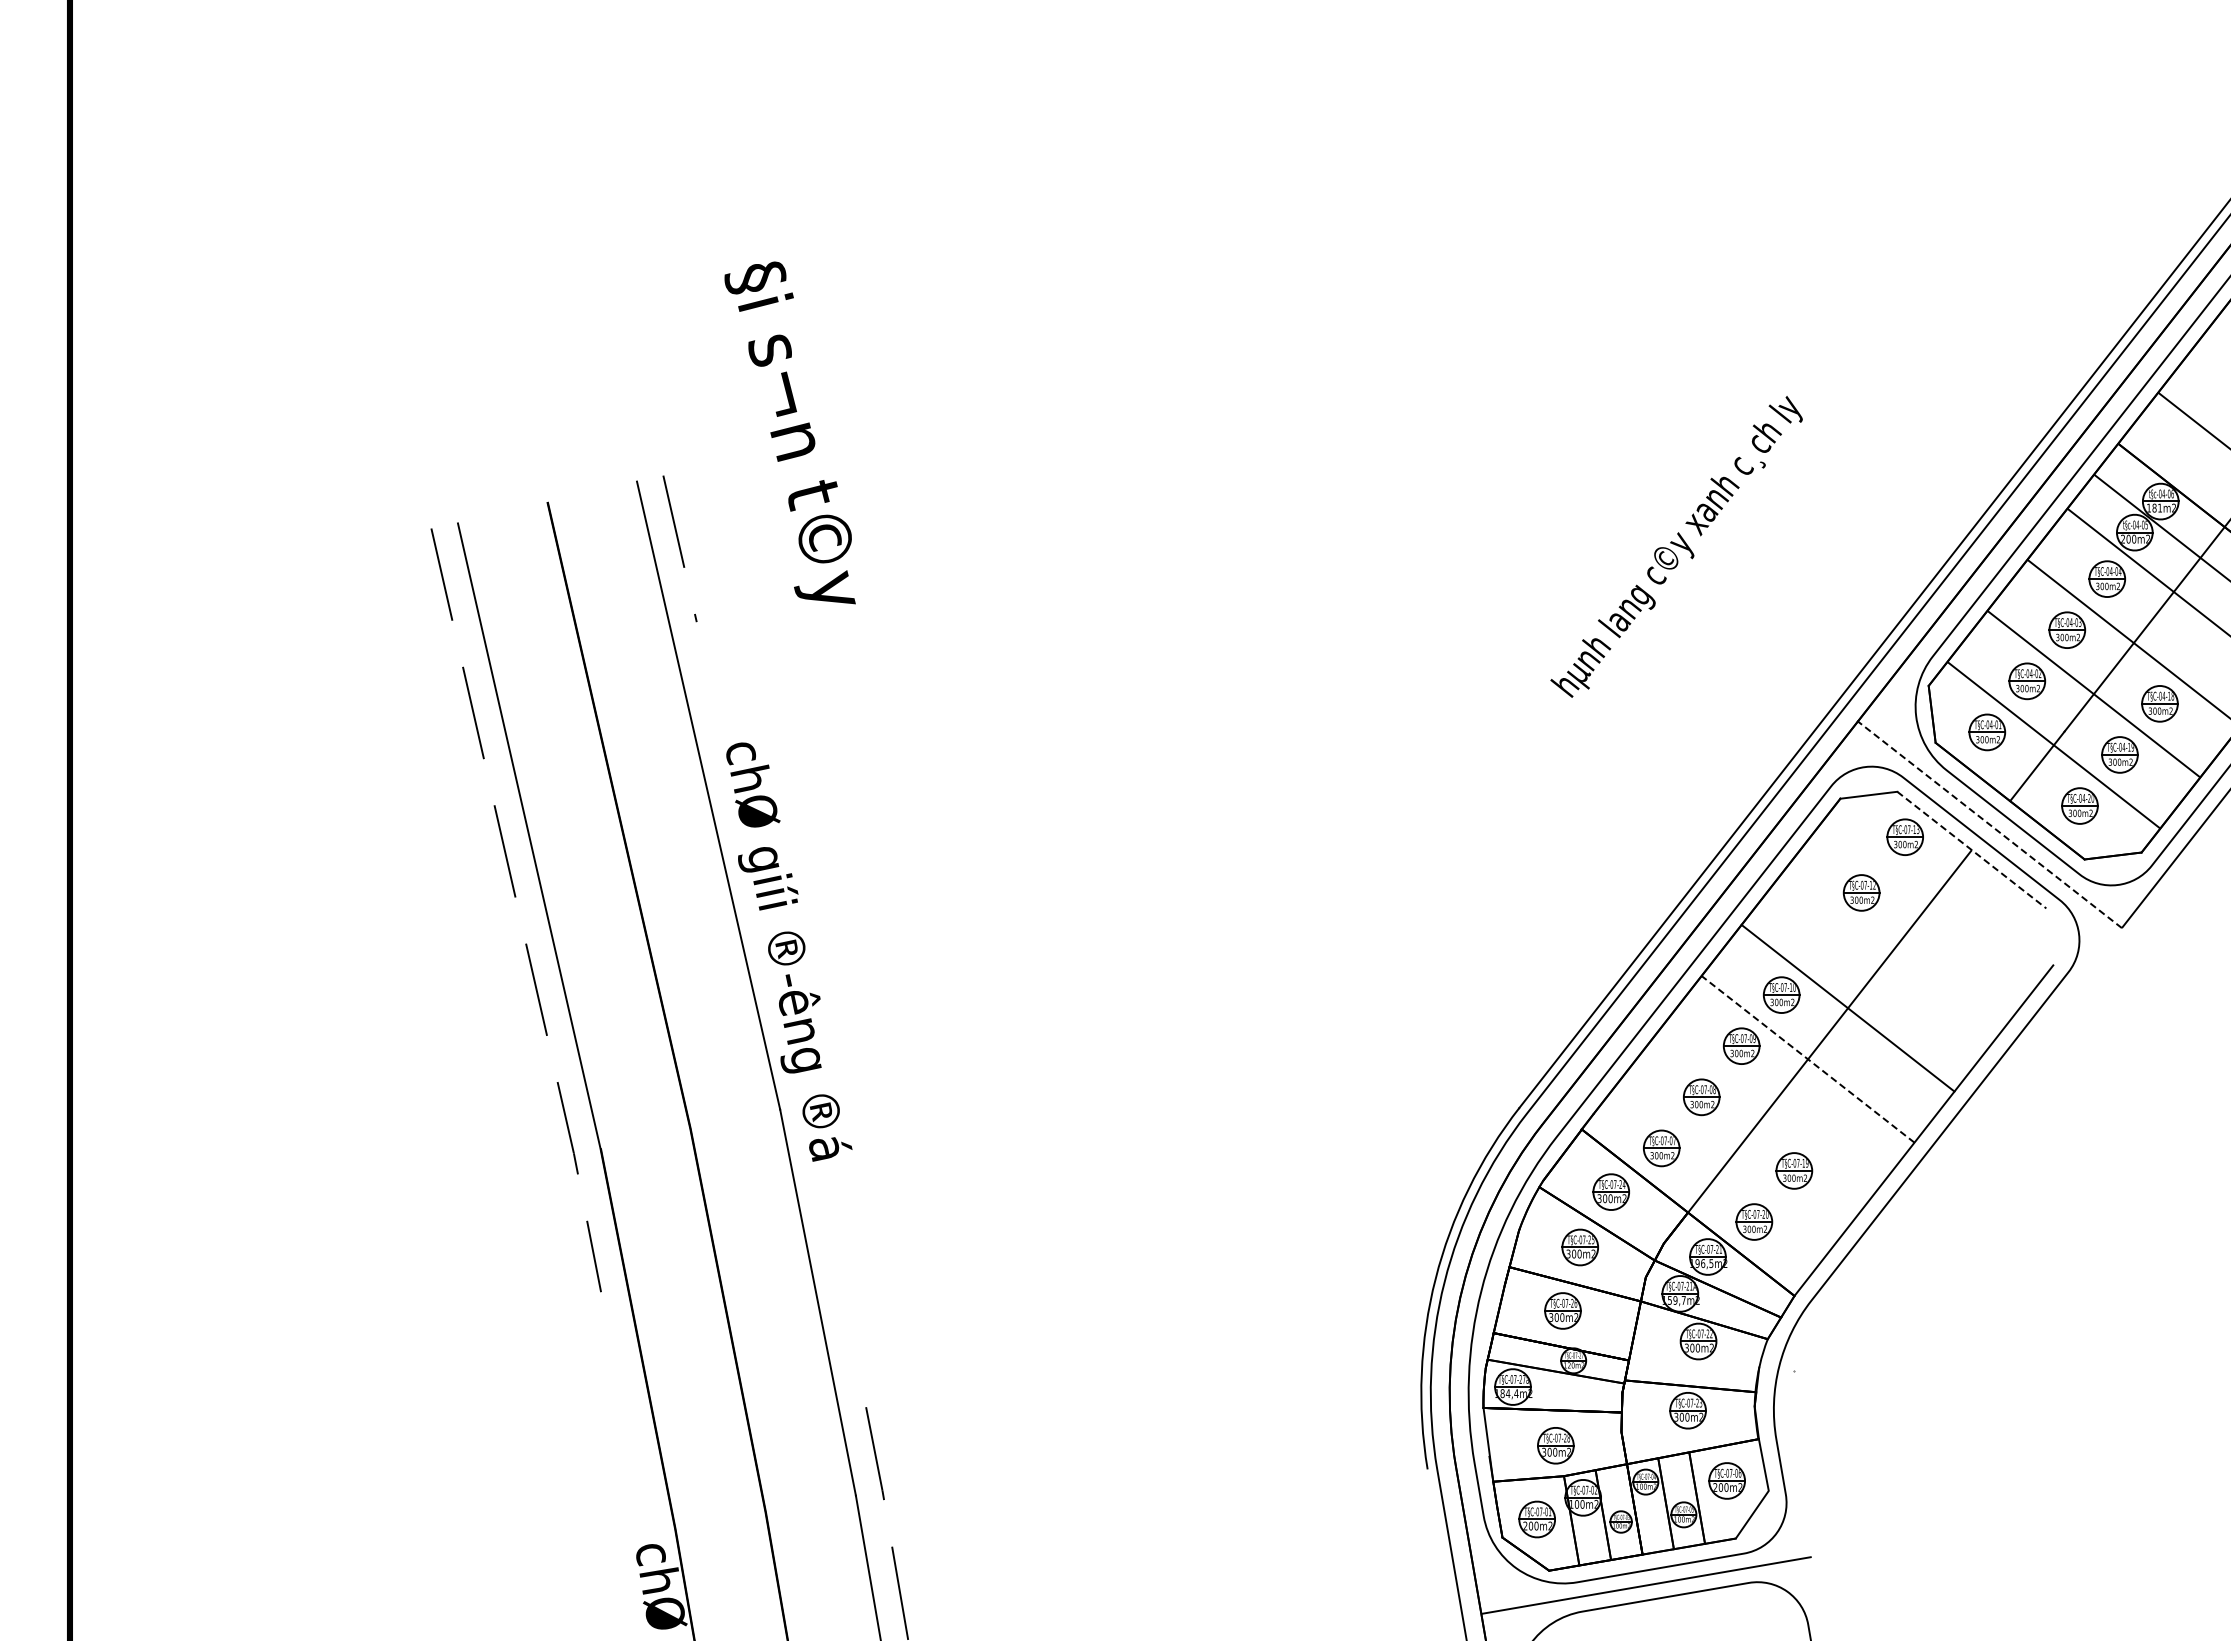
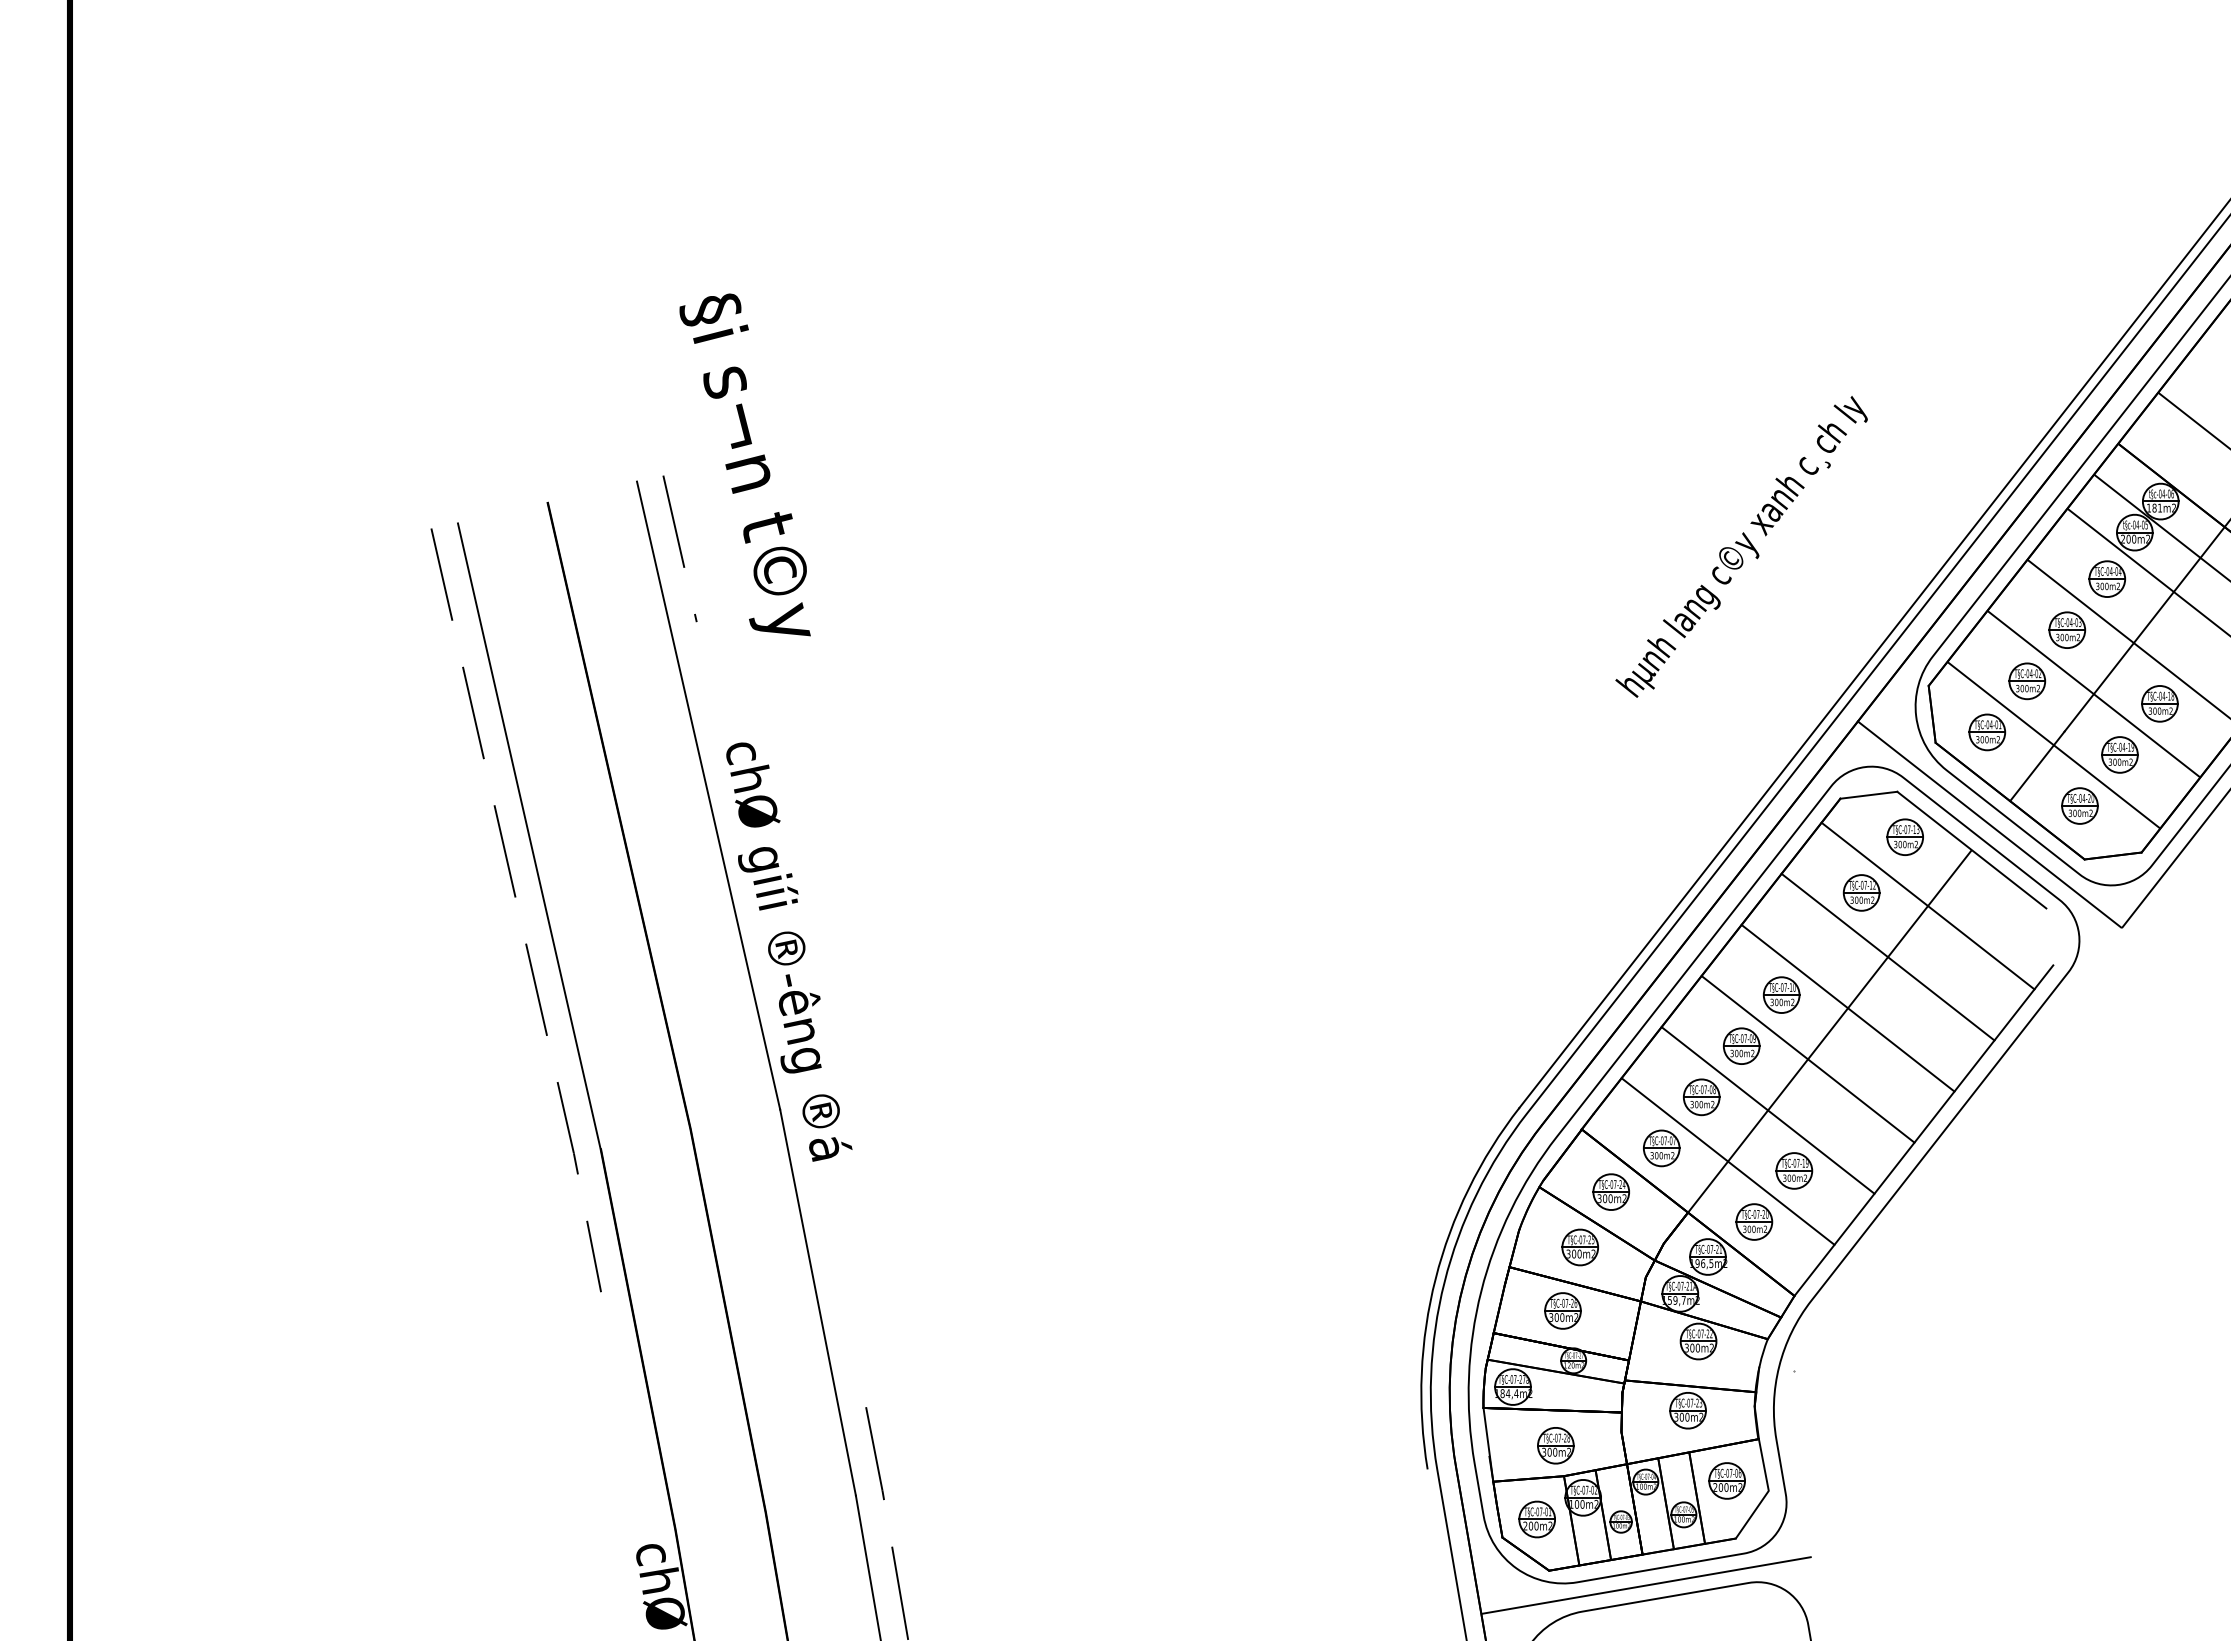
text at (789, 432) position: (789, 432) -> (744, 464)
text at (1676, 546) position: (1676, 546) -> (1741, 546)
line at (1989, 824): dashed -> solid
line at (1971, 850): dashed -> solid
line at (1927, 905): none -> present
line at (1887, 956): none -> present
line at (1807, 1059): dashed -> solid
line at (1767, 1110): none -> present
line at (1727, 1161): none -> present
